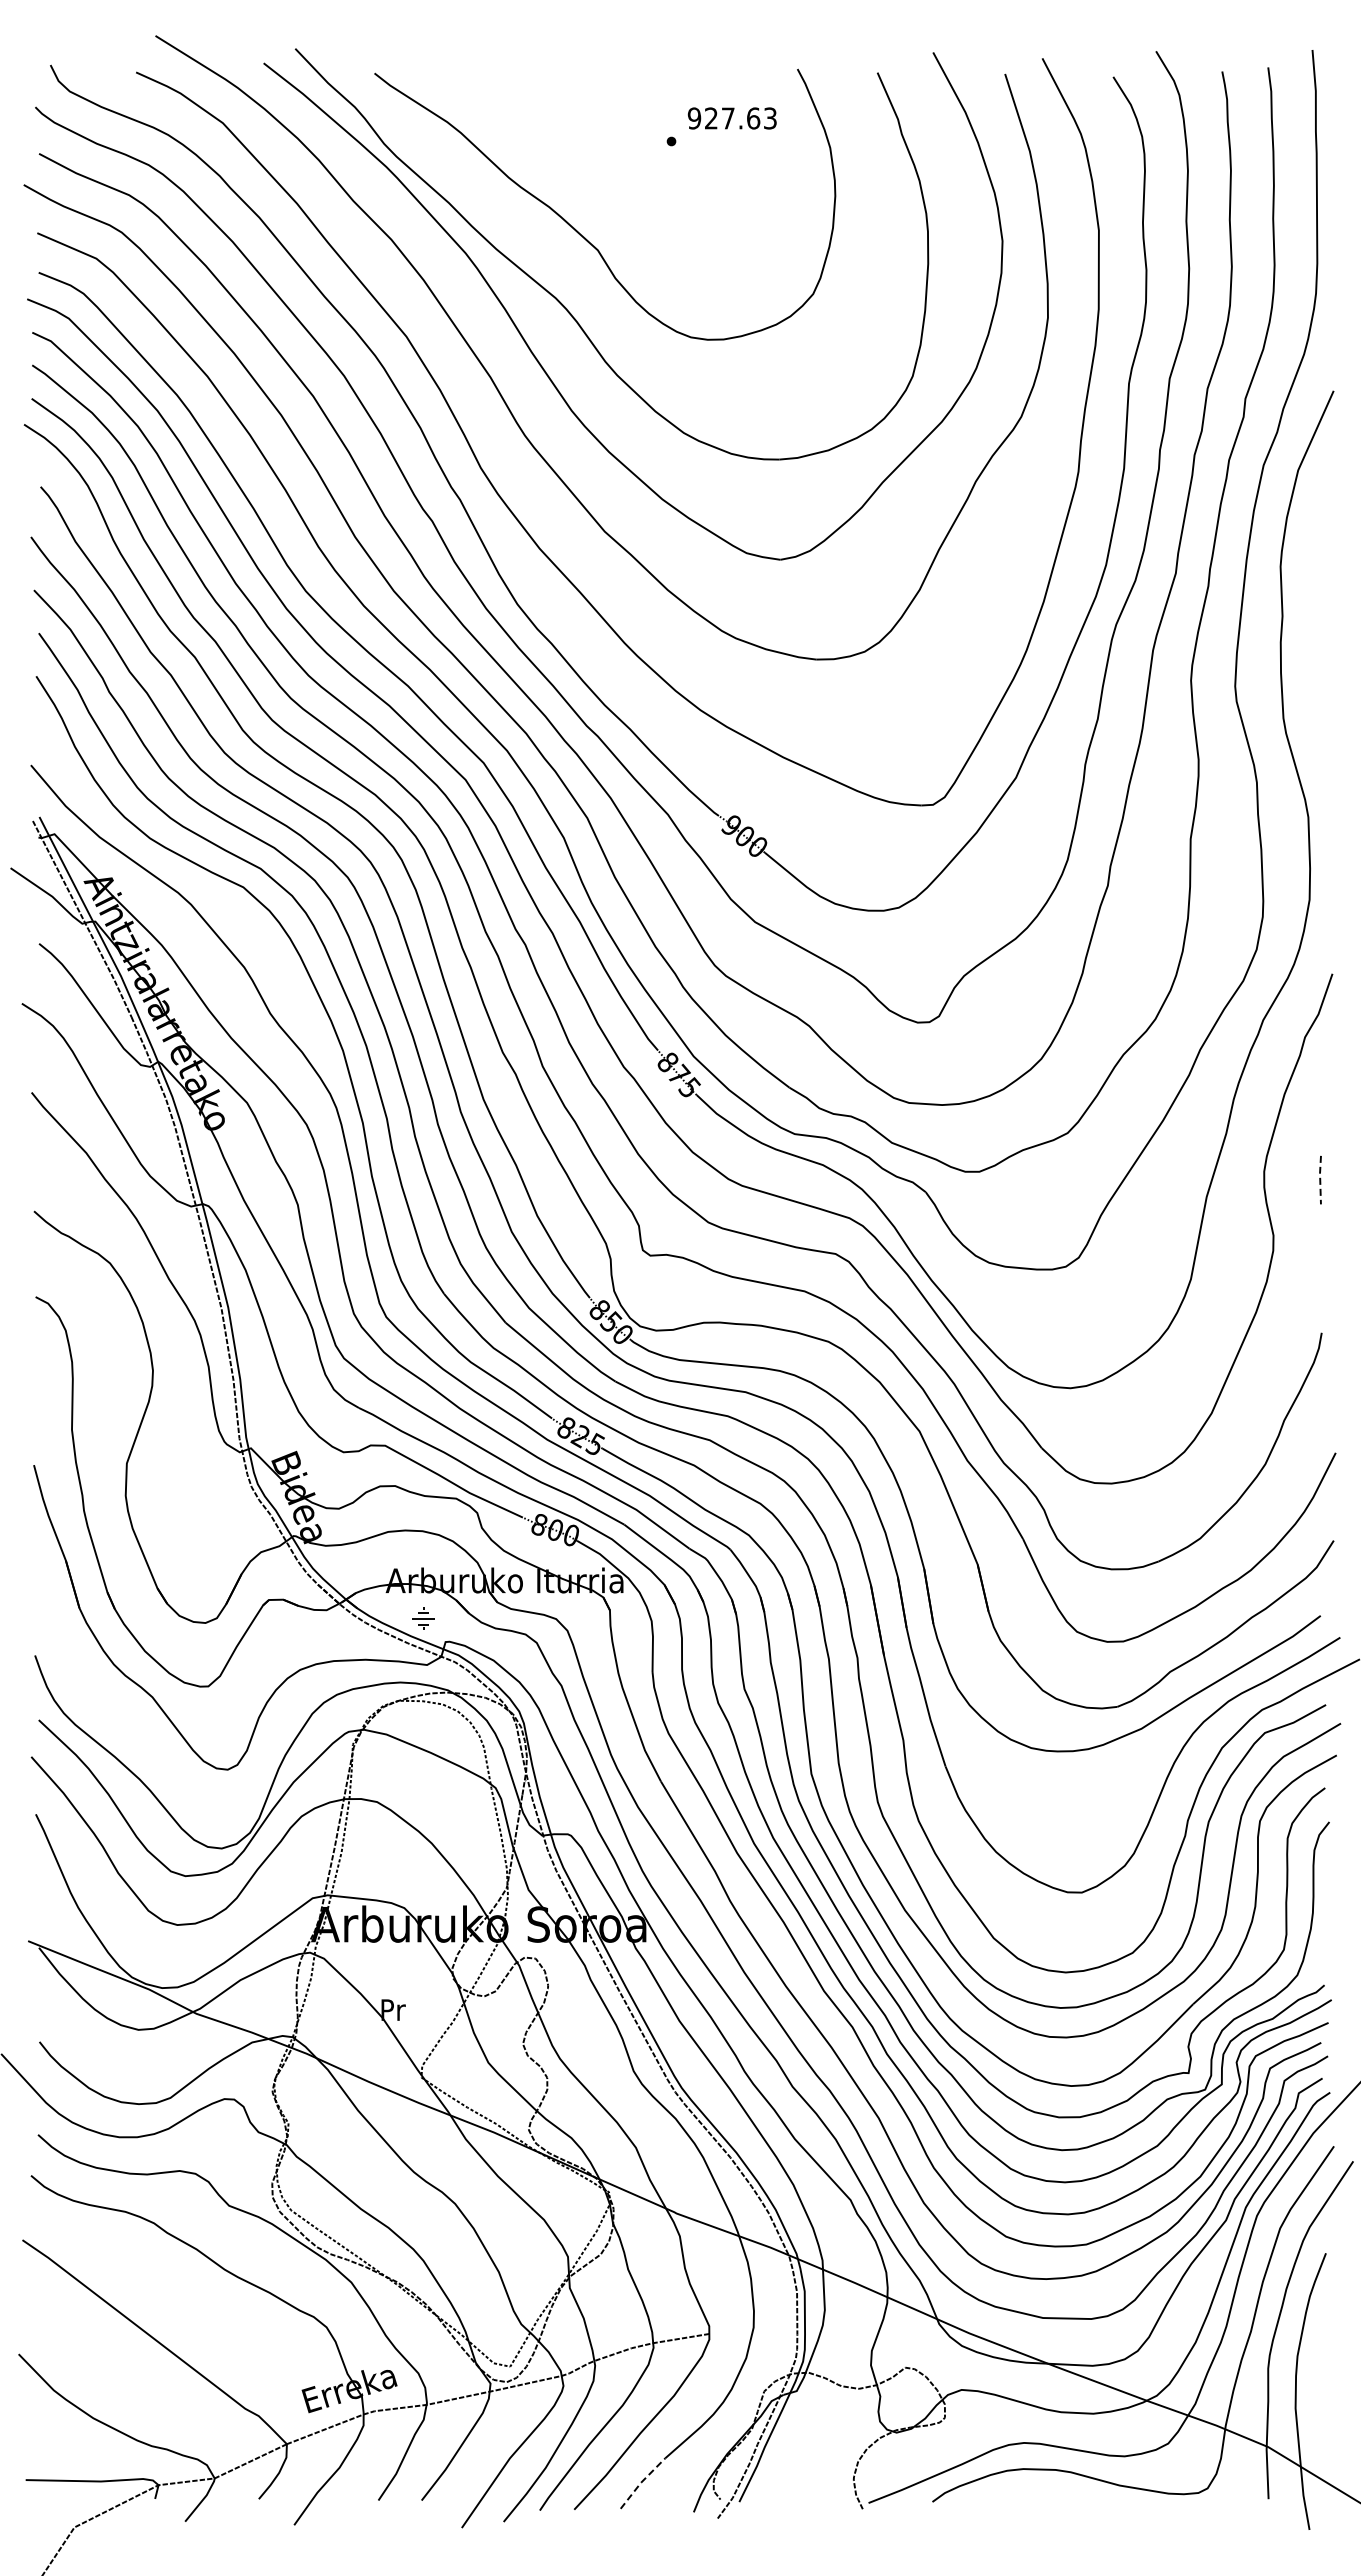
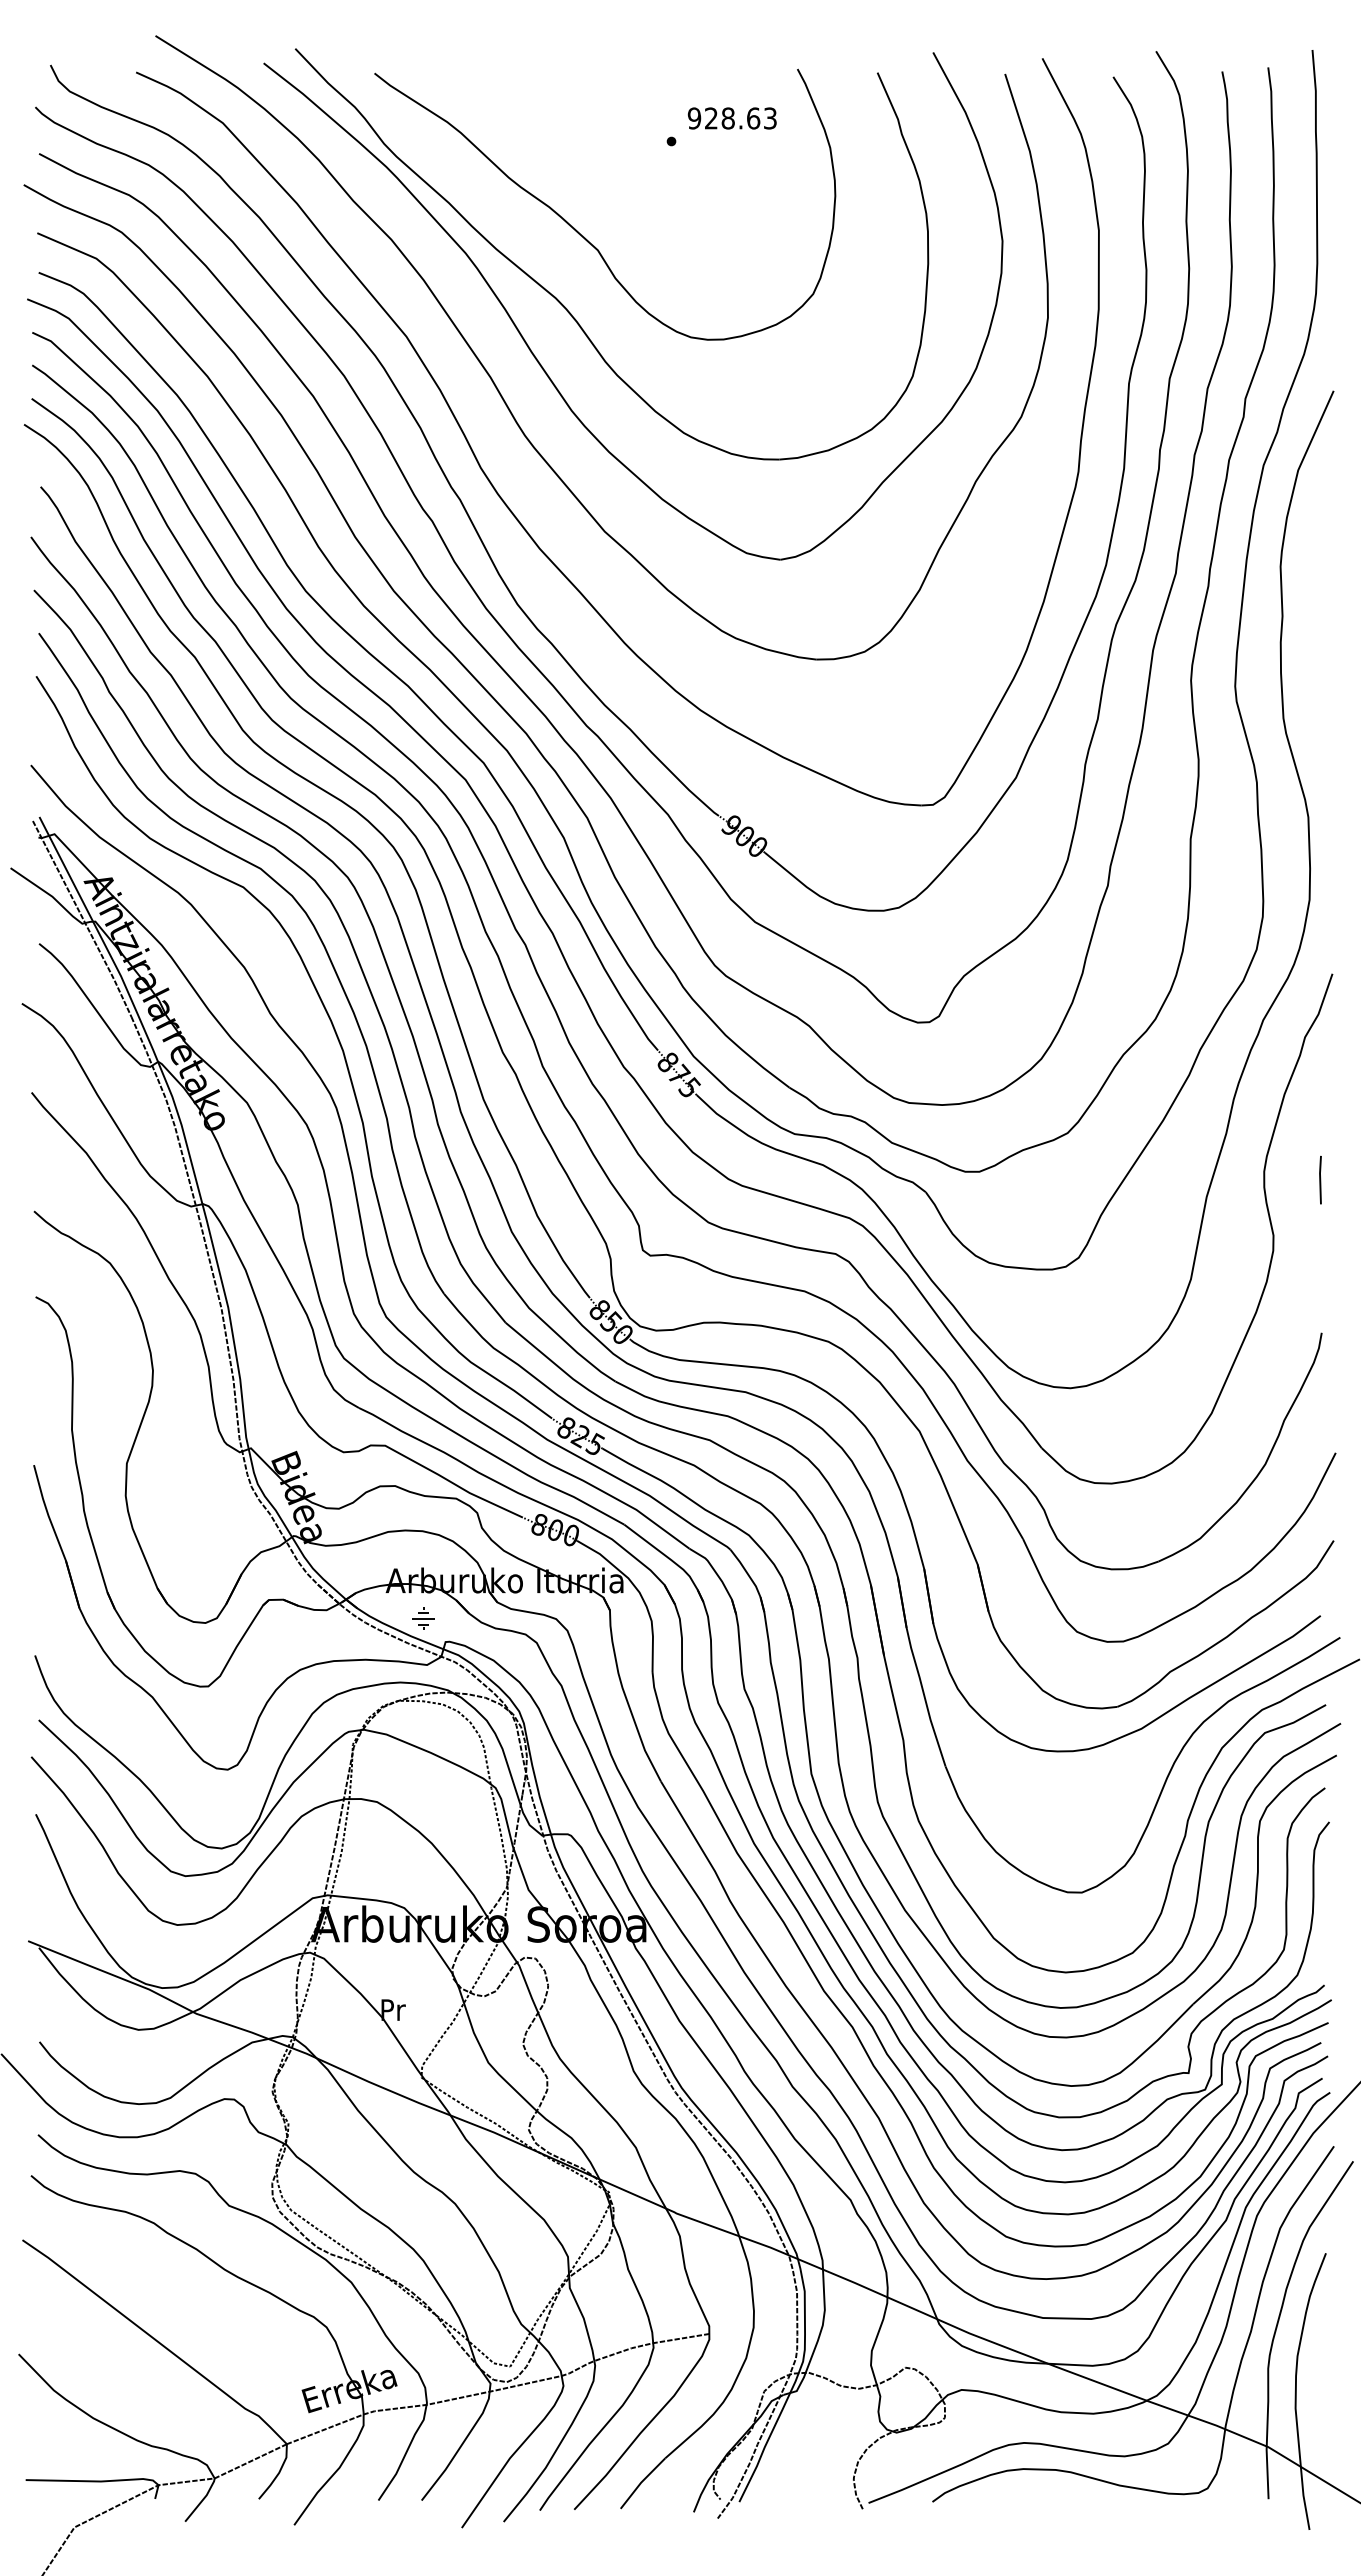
text at (727, 118): 927.63 -> 928.63
line at (1320, 1180): dashed -> solid
line at (641, 2482): dashed -> solid
